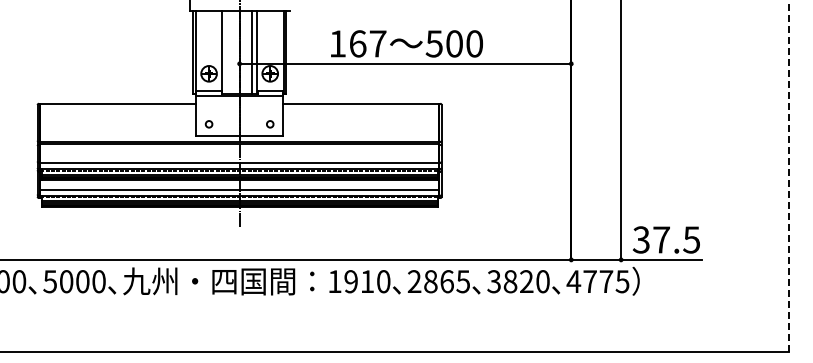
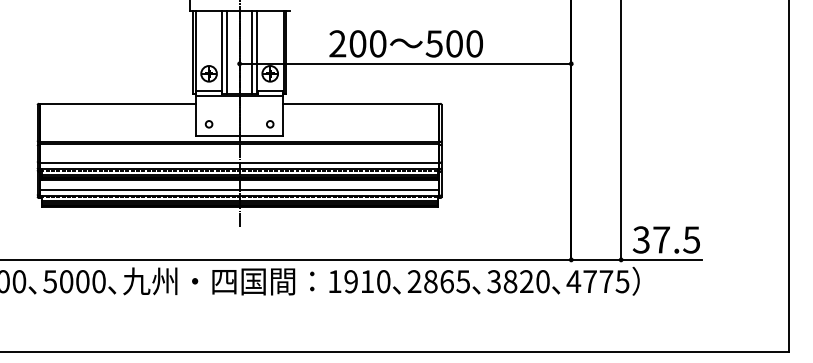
text at (357, 43): 167 -> 200
line at (227, 51): none -> present
line at (788, 176): dashed -> solid
